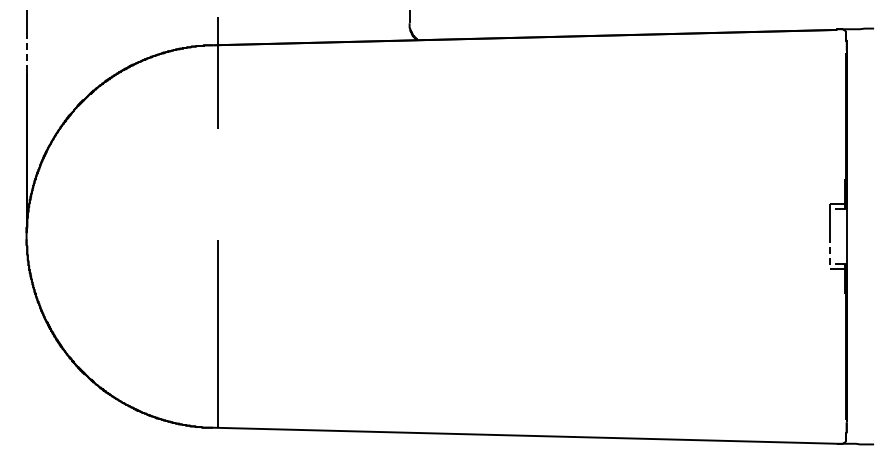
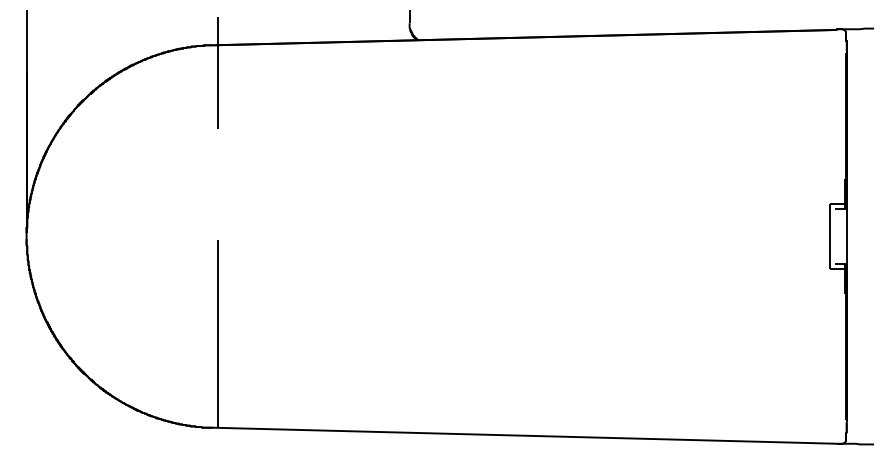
line at (26, 53): dashed -> solid
line at (830, 253): dashed -> solid
